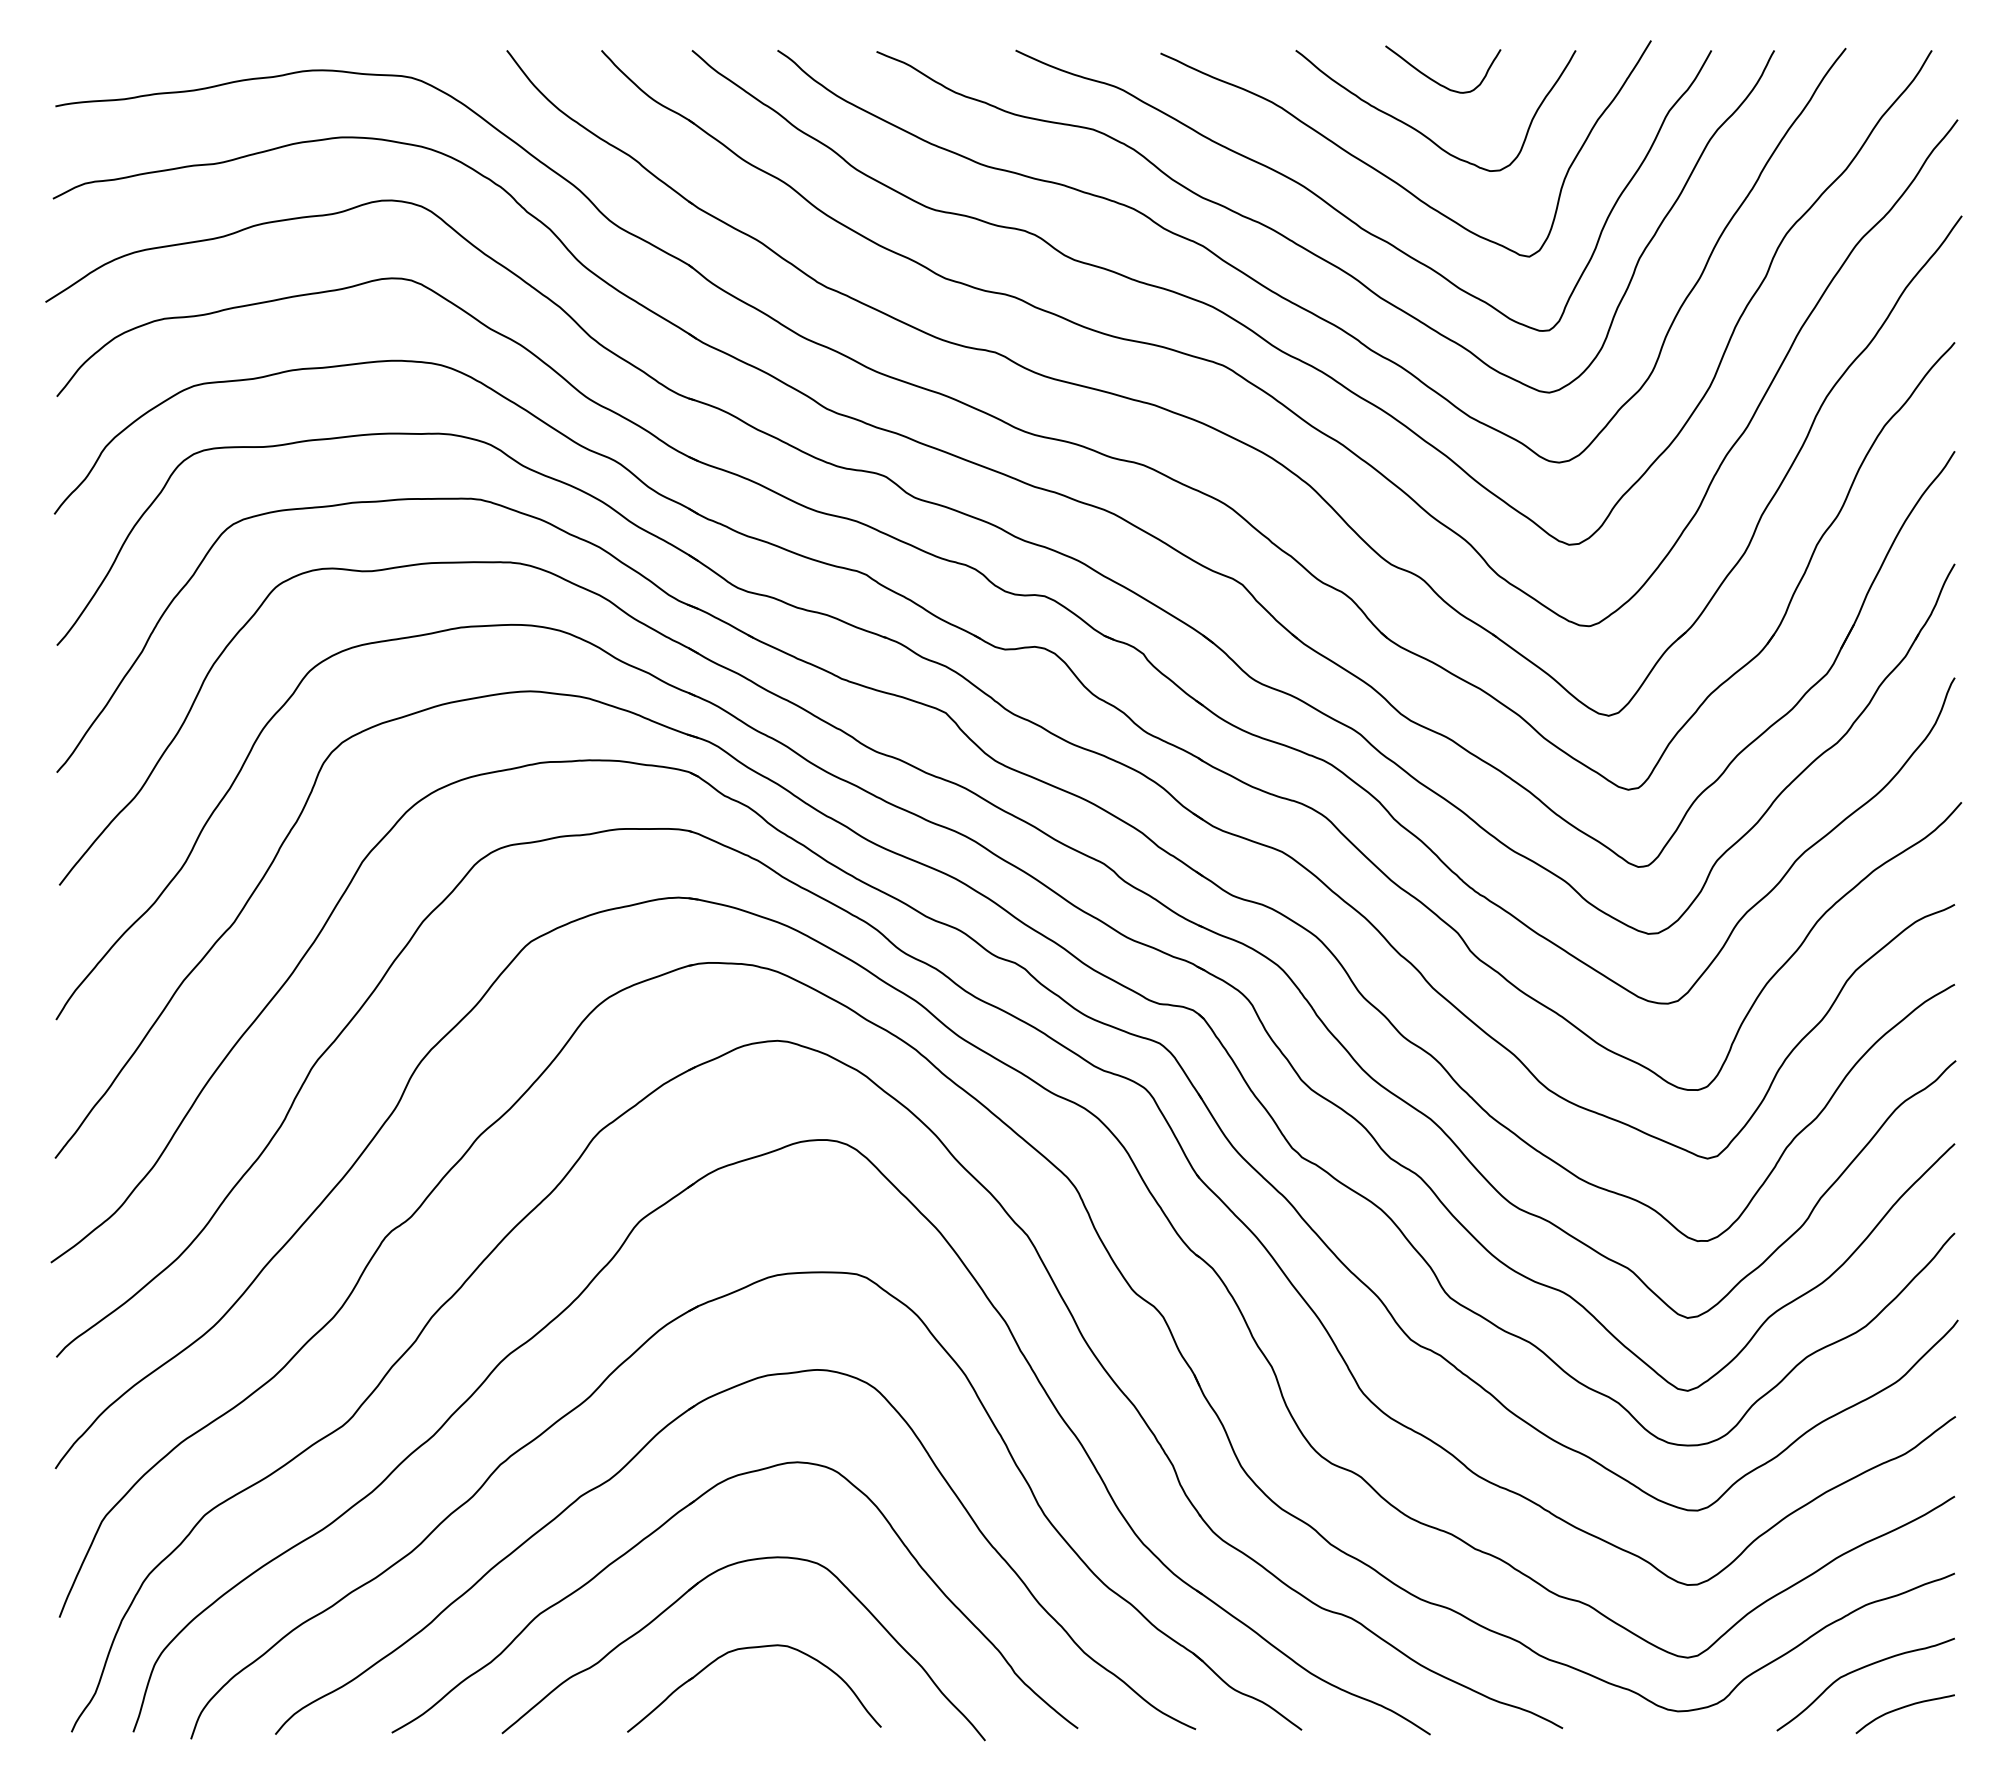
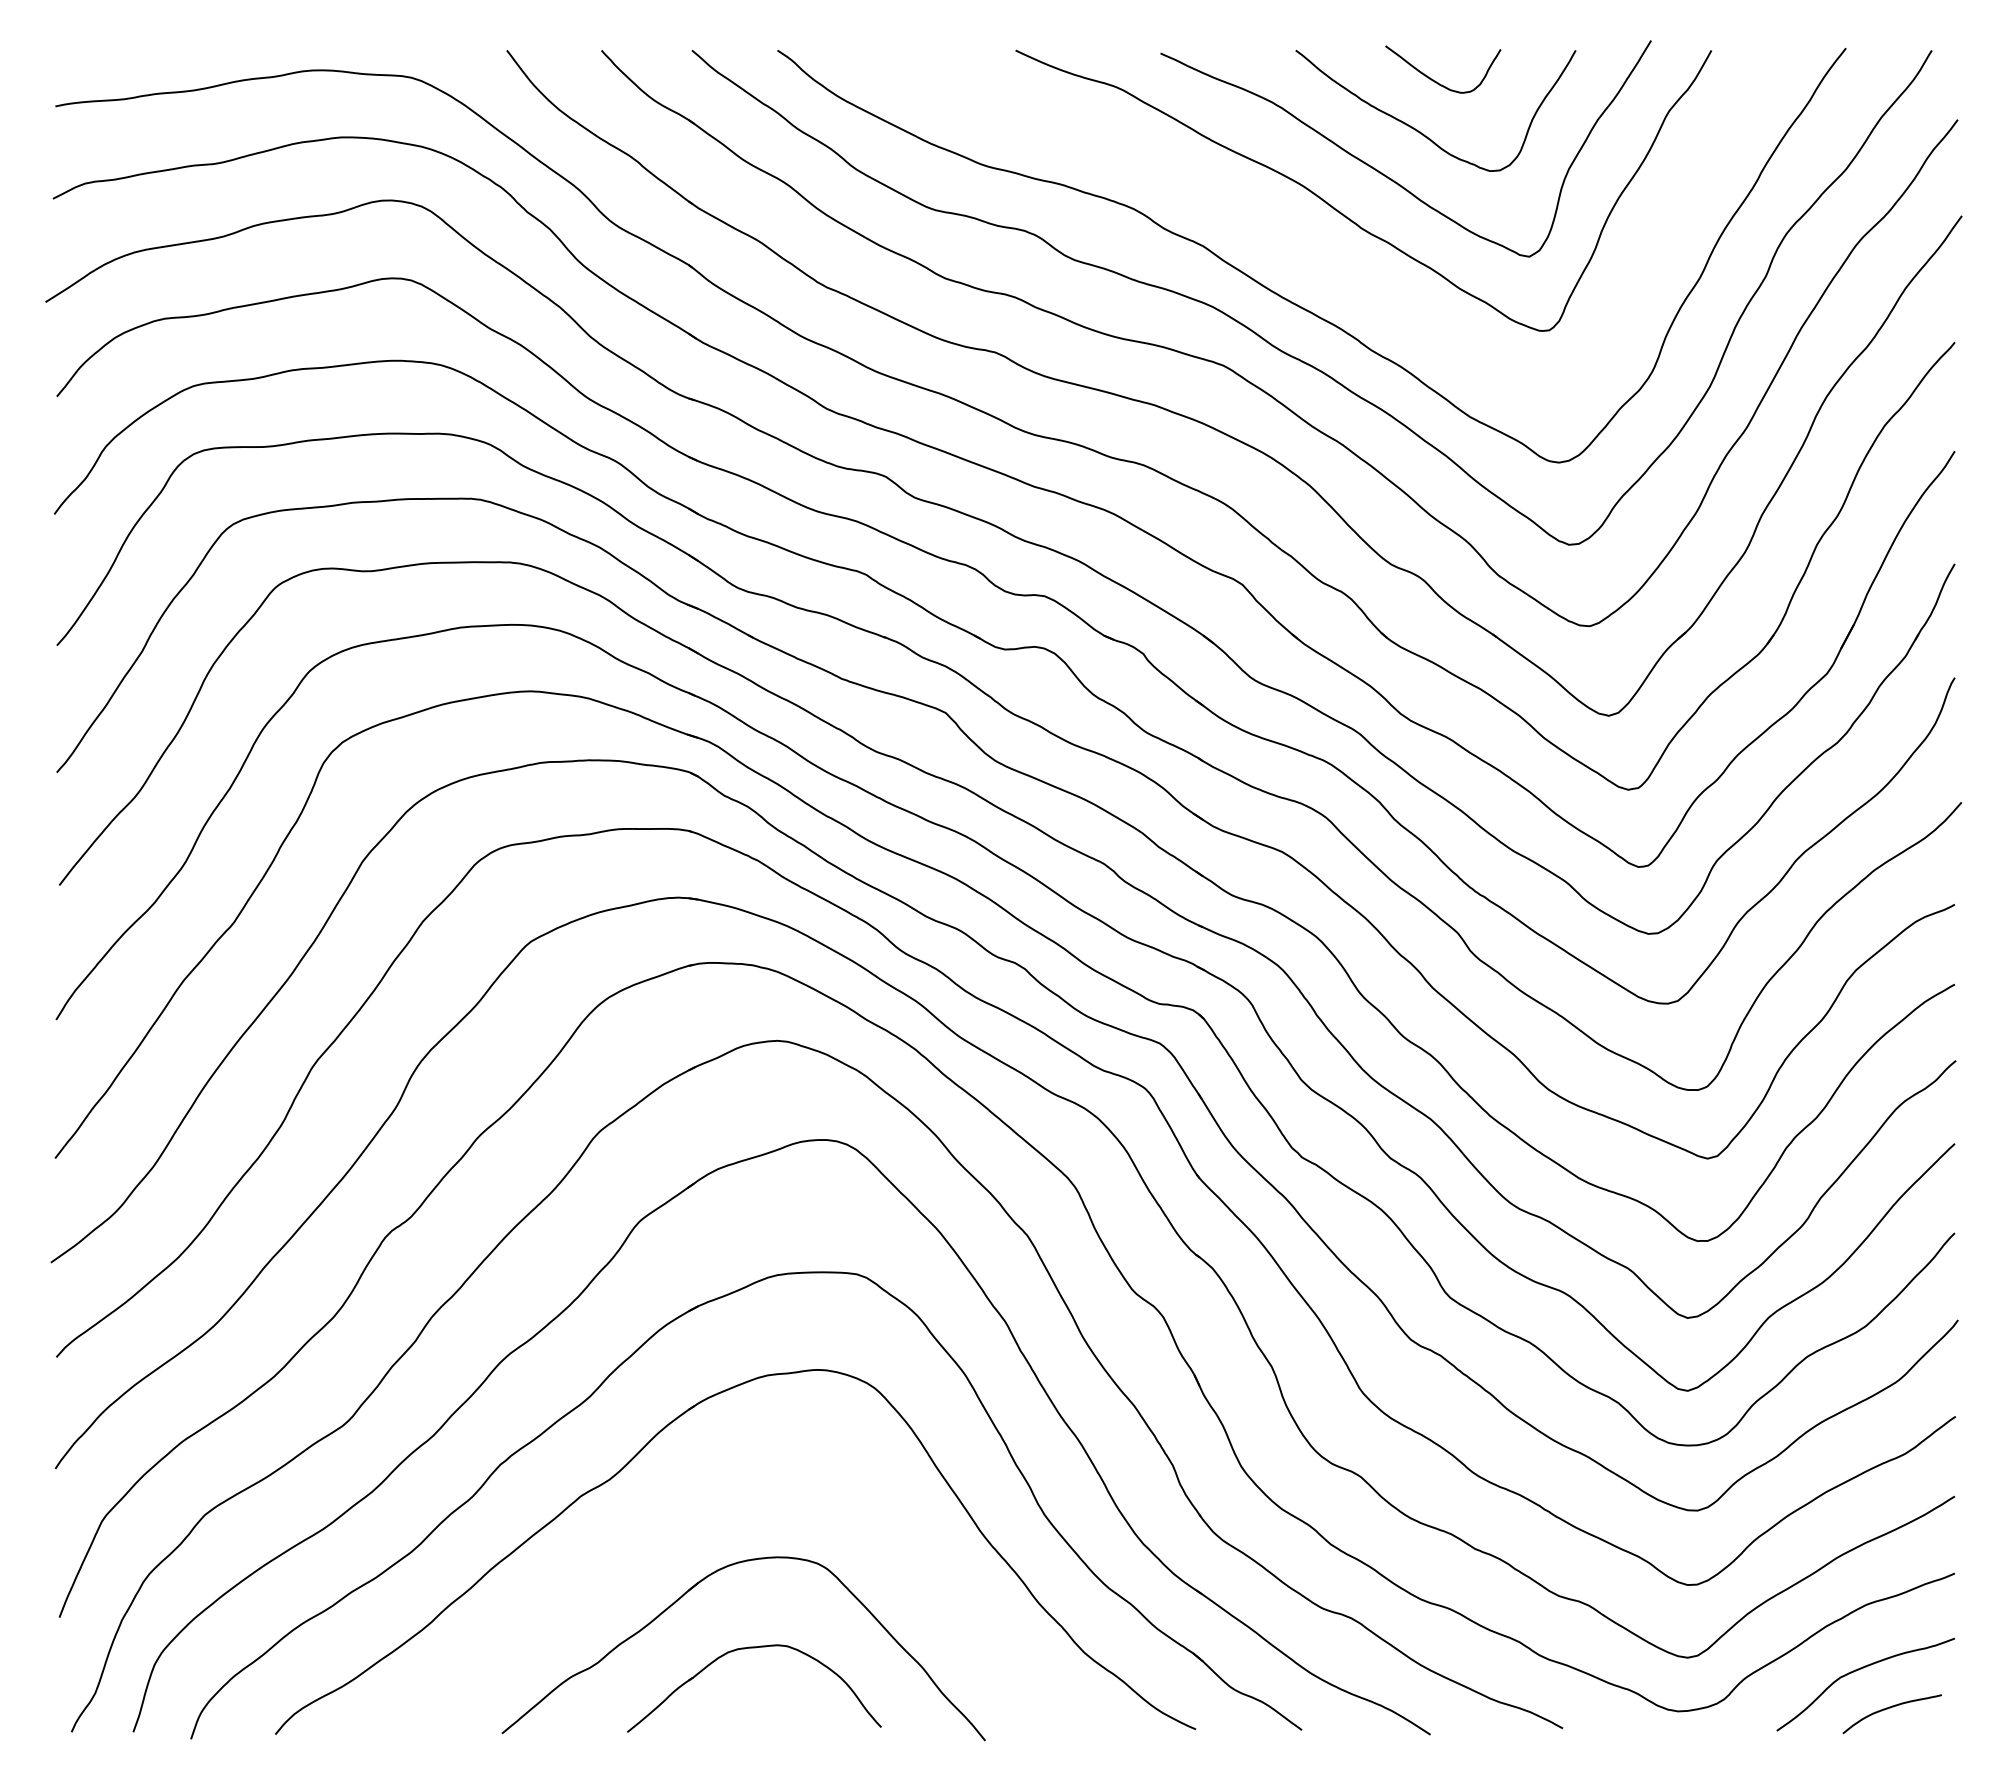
curve at (1308, 249): present -> none
part at (672, 1518): present -> none
curve at (1903, 1708) position: (1903, 1708) -> (1890, 1708)
